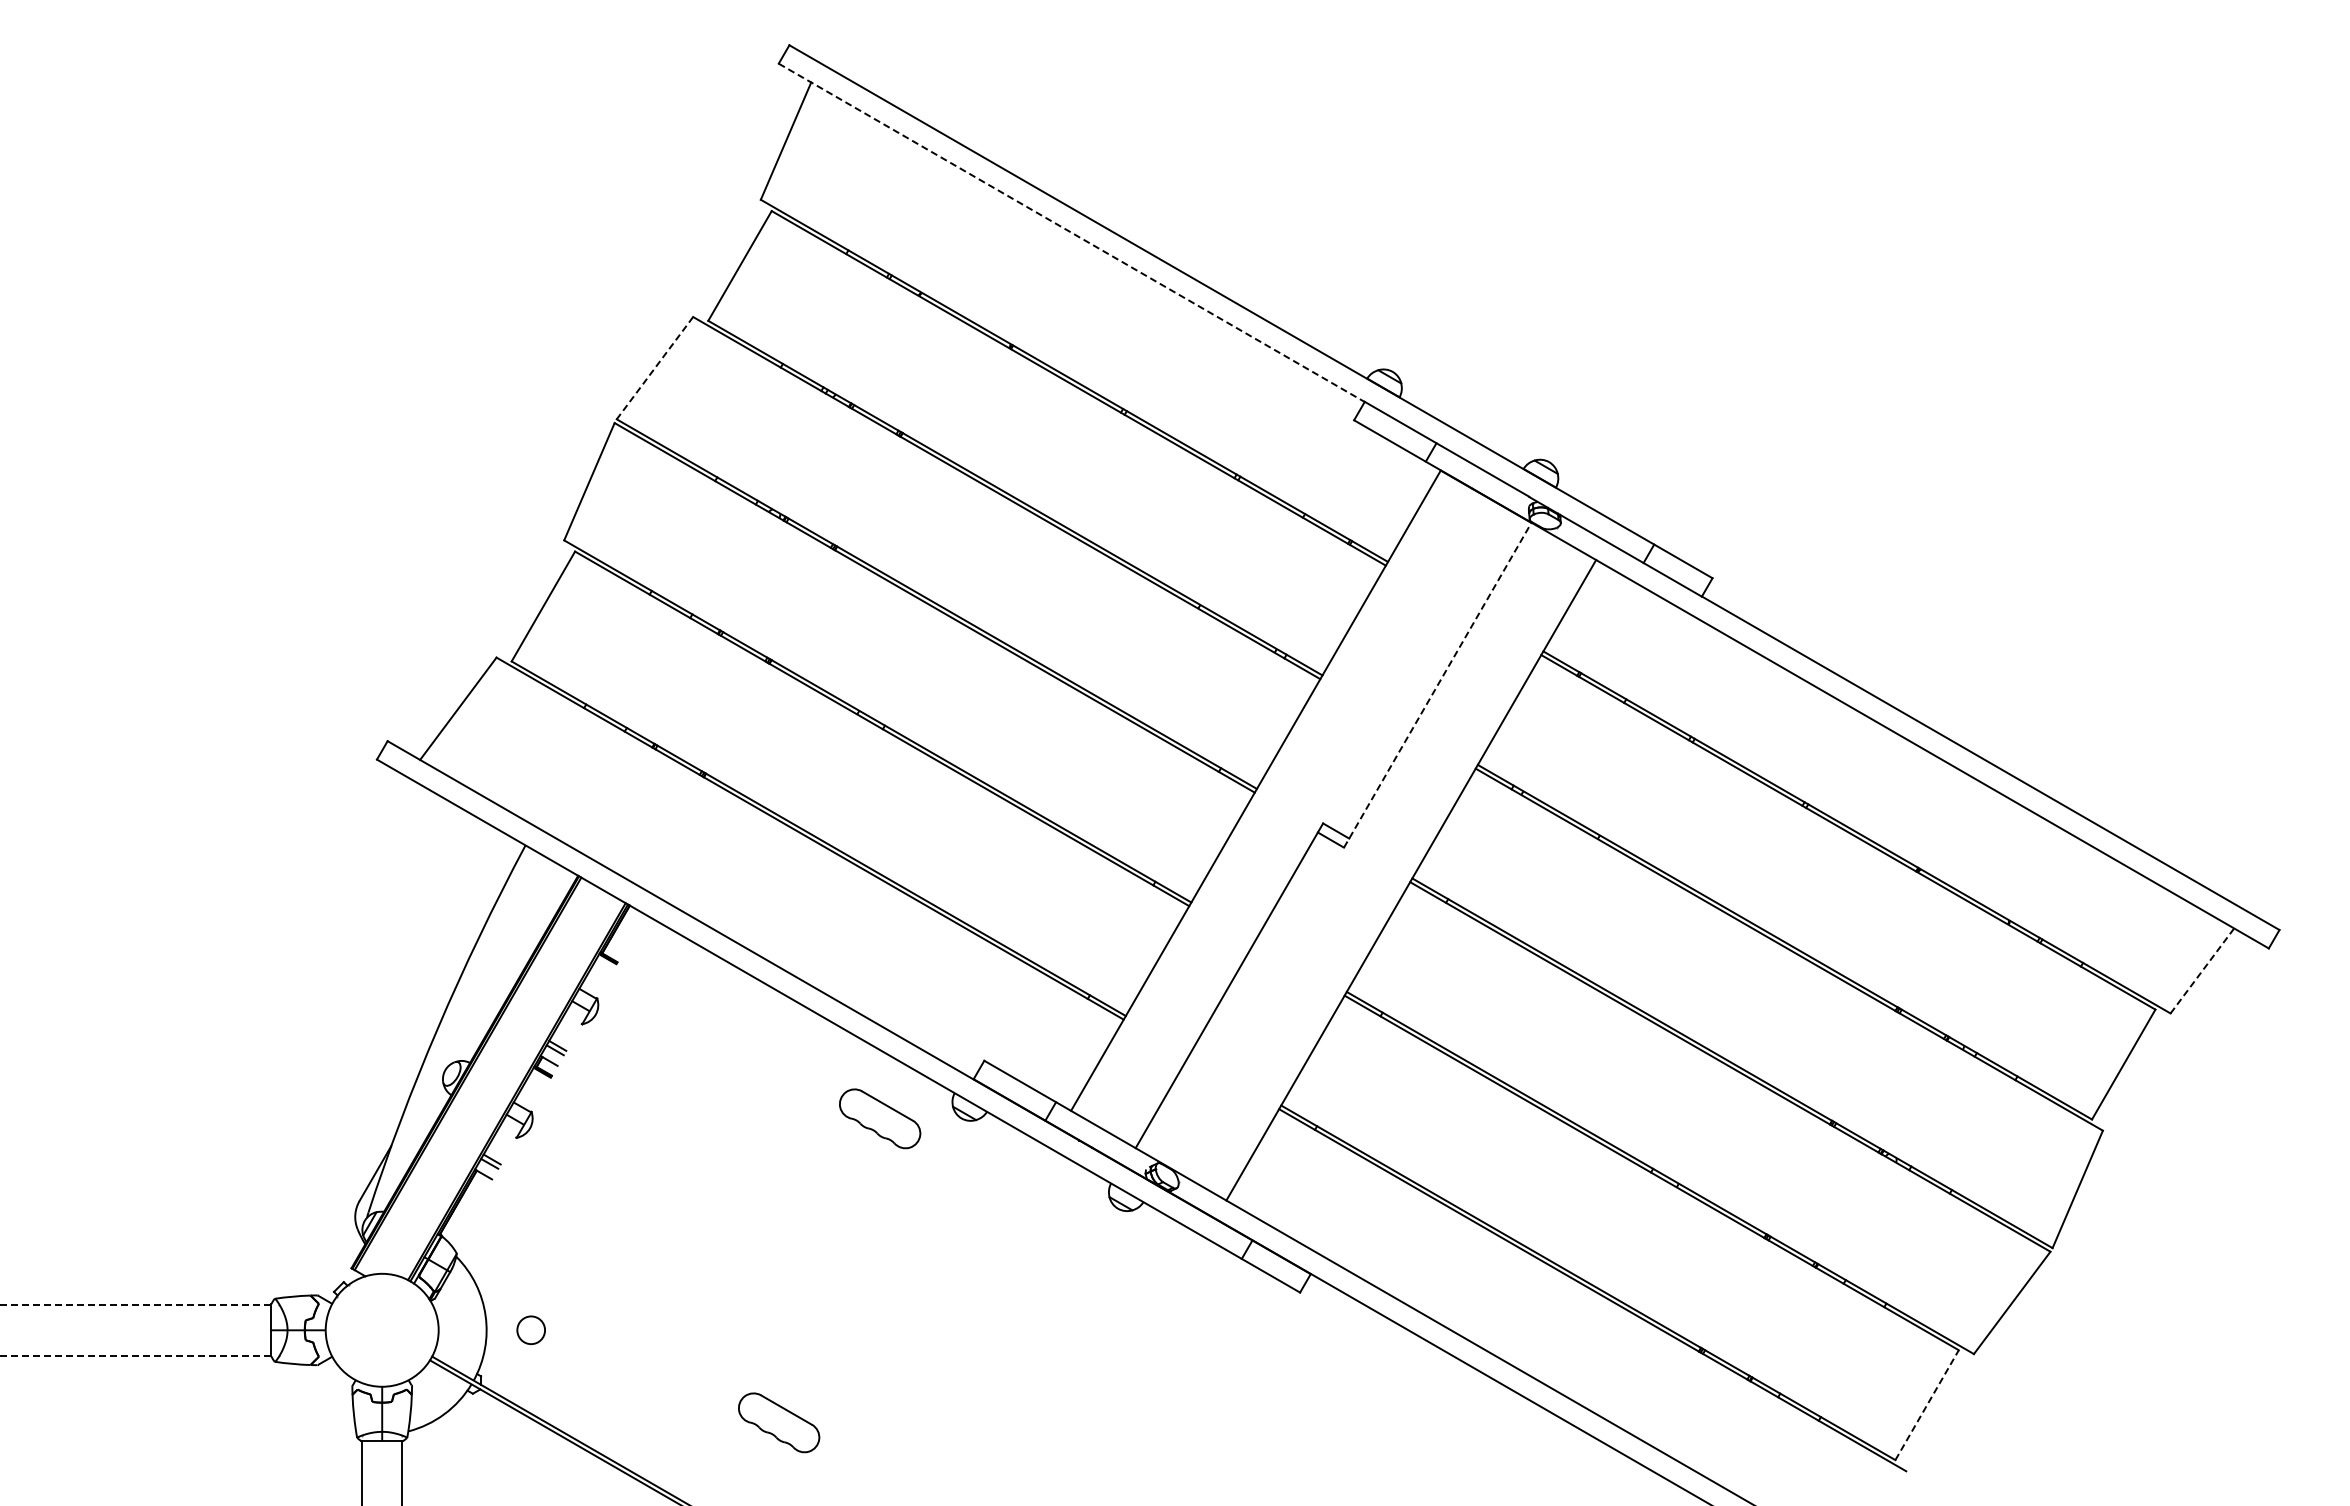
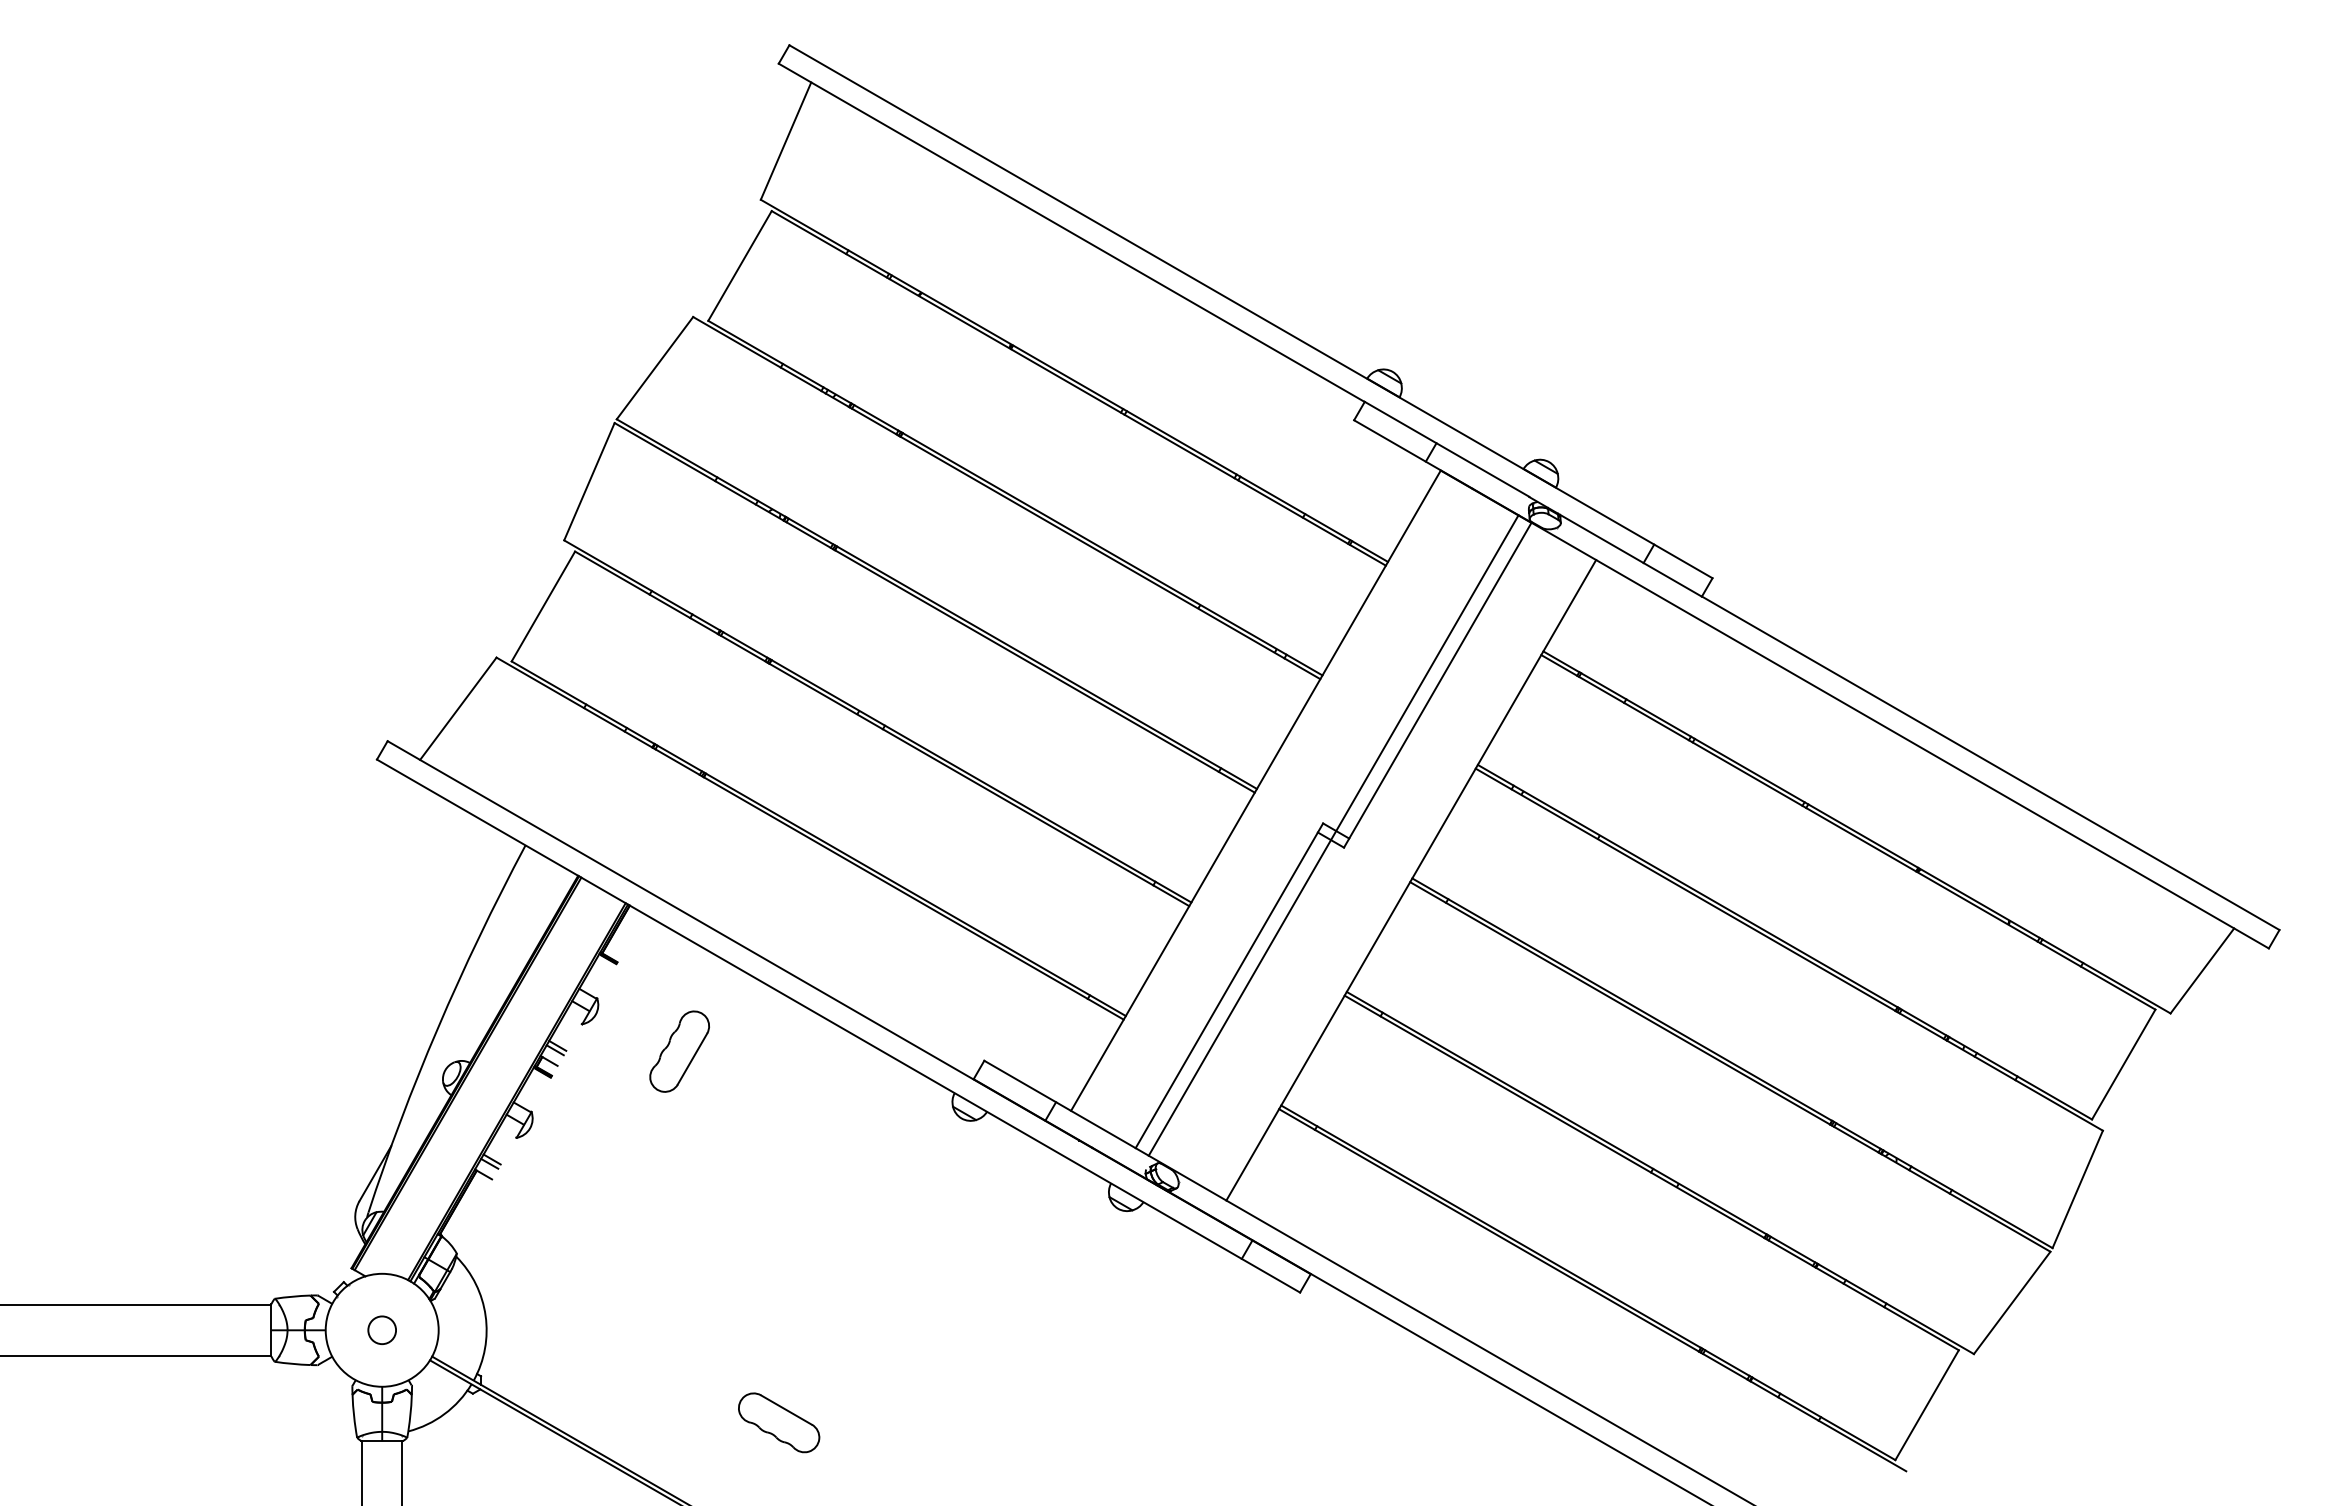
line at (1072, 233): dashed -> solid
line at (654, 368): dashed -> solid
line at (1437, 685): dashed -> solid
line at (1333, 835): none -> present
line at (2202, 970): dashed -> solid
part at (679, 1051): none -> present
part at (880, 1118): present -> none
line at (135, 1304): dashed -> solid
circle at (530, 1329) position: (530, 1329) -> (381, 1329)
line at (135, 1356): dashed -> solid
line at (1927, 1404): dashed -> solid
